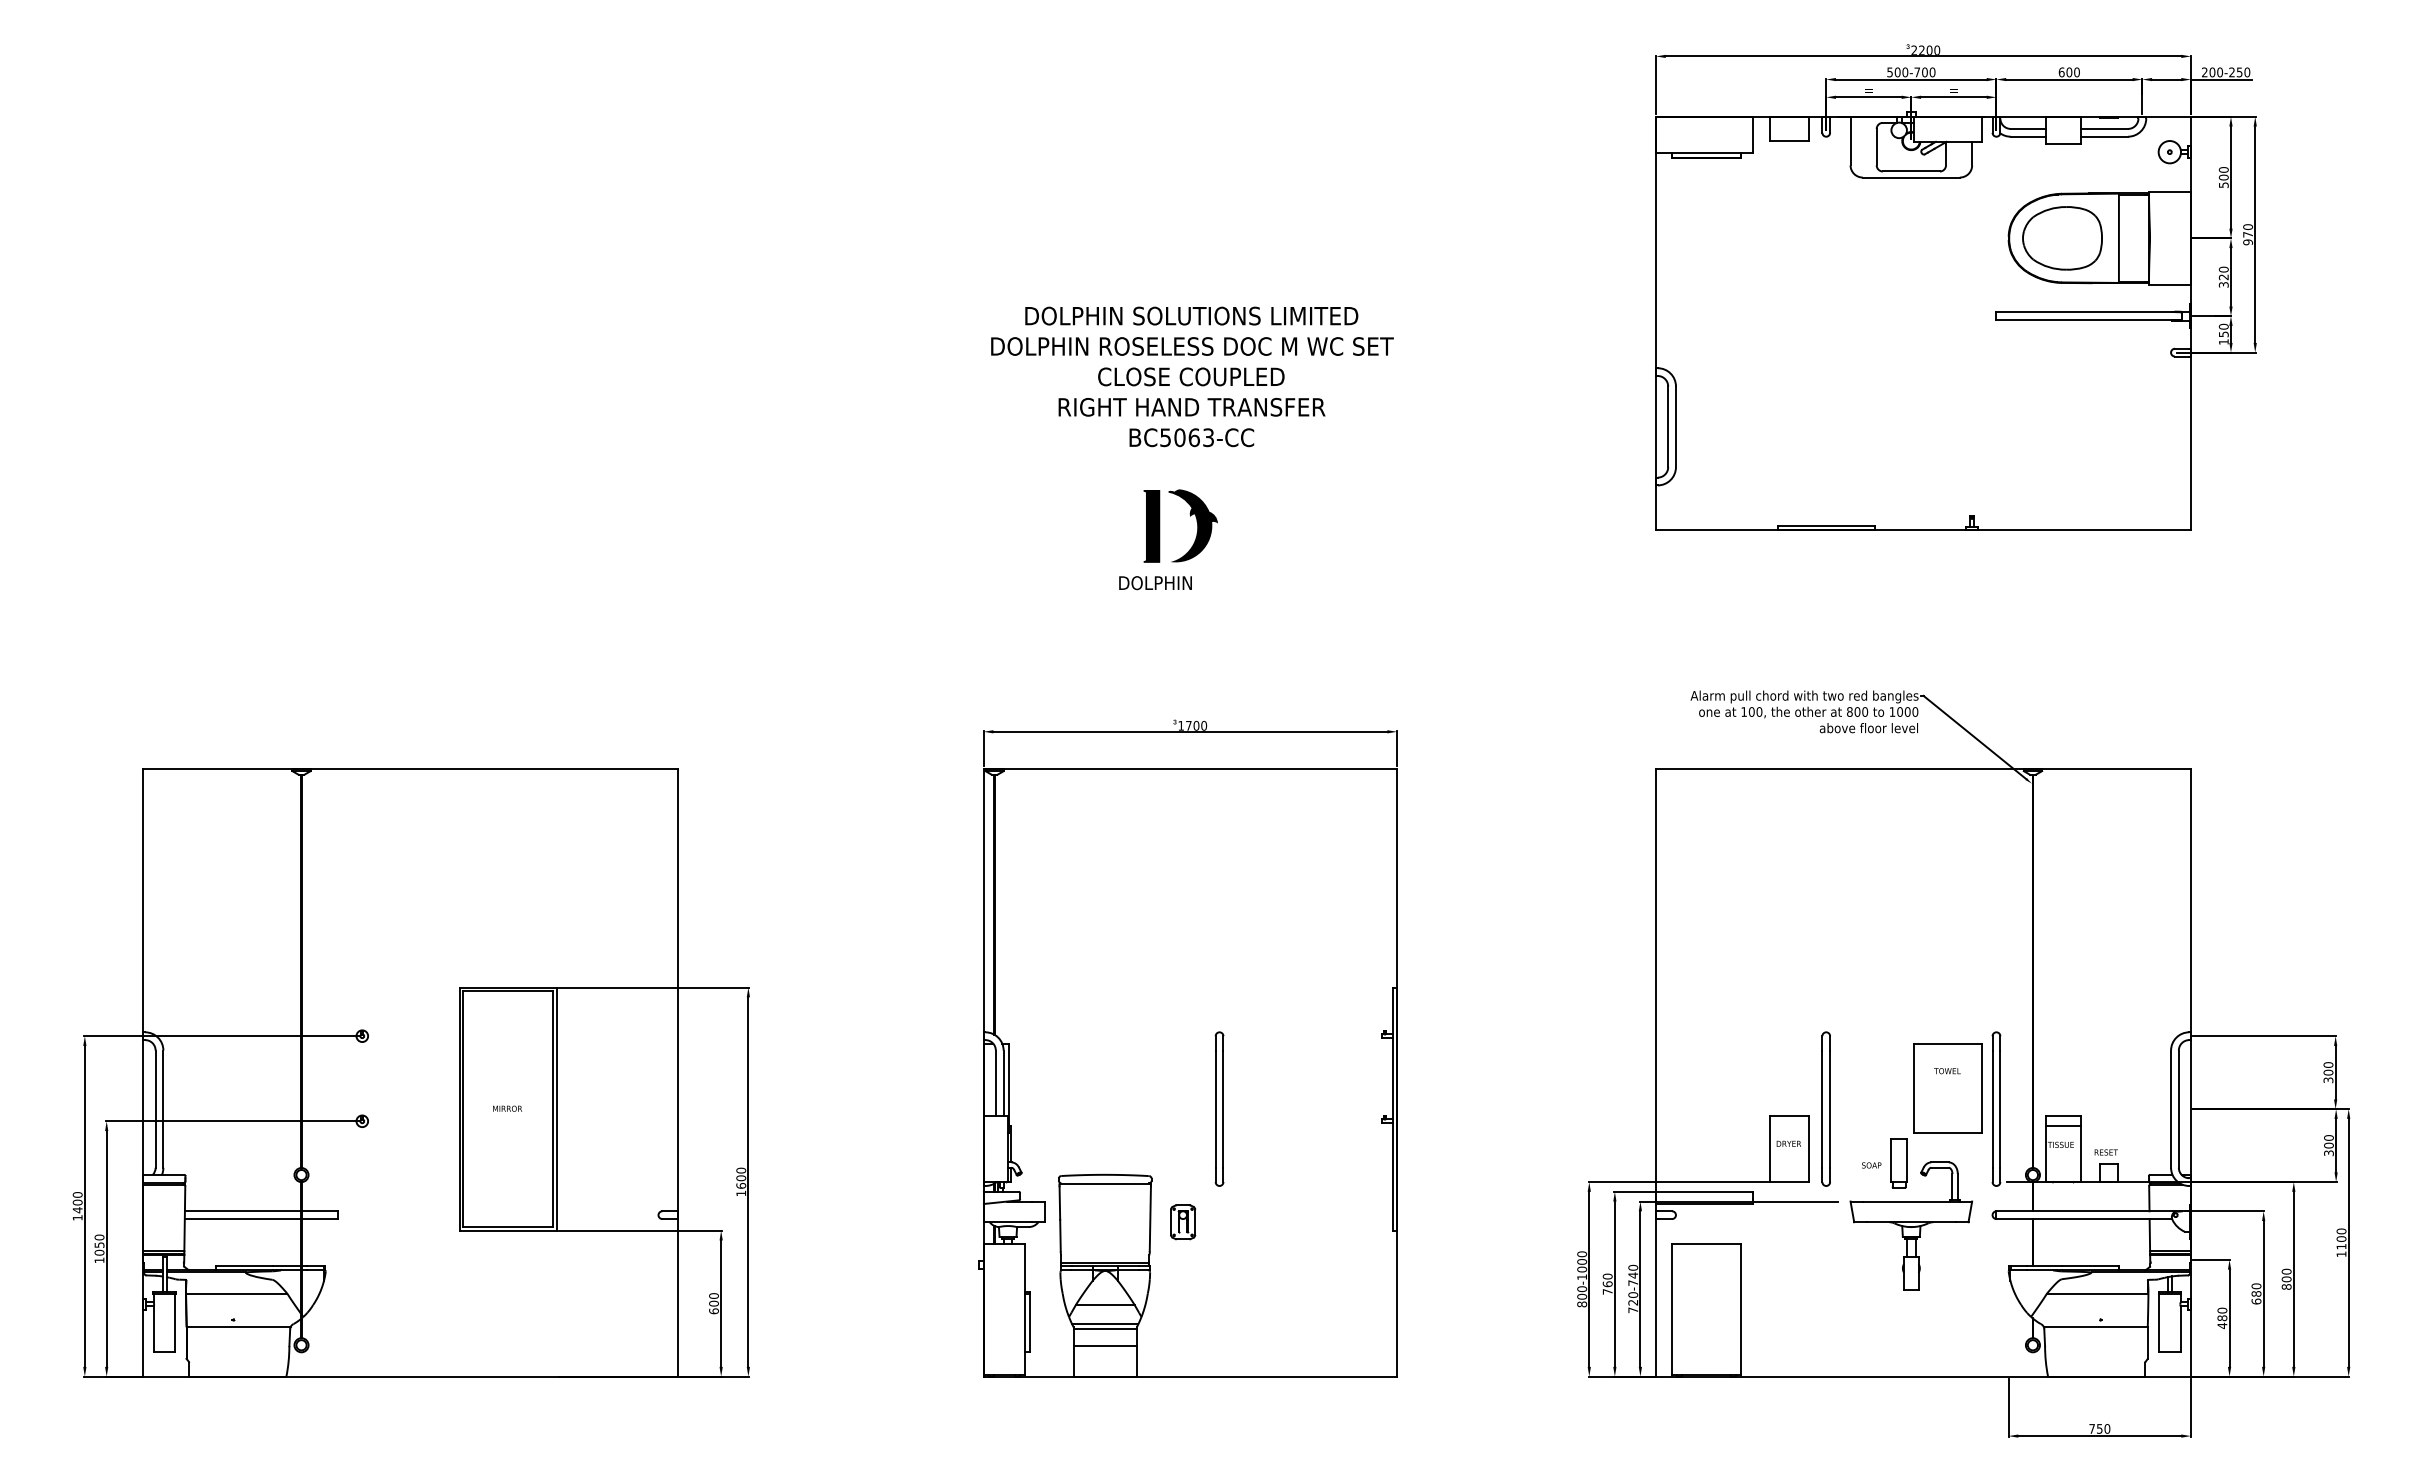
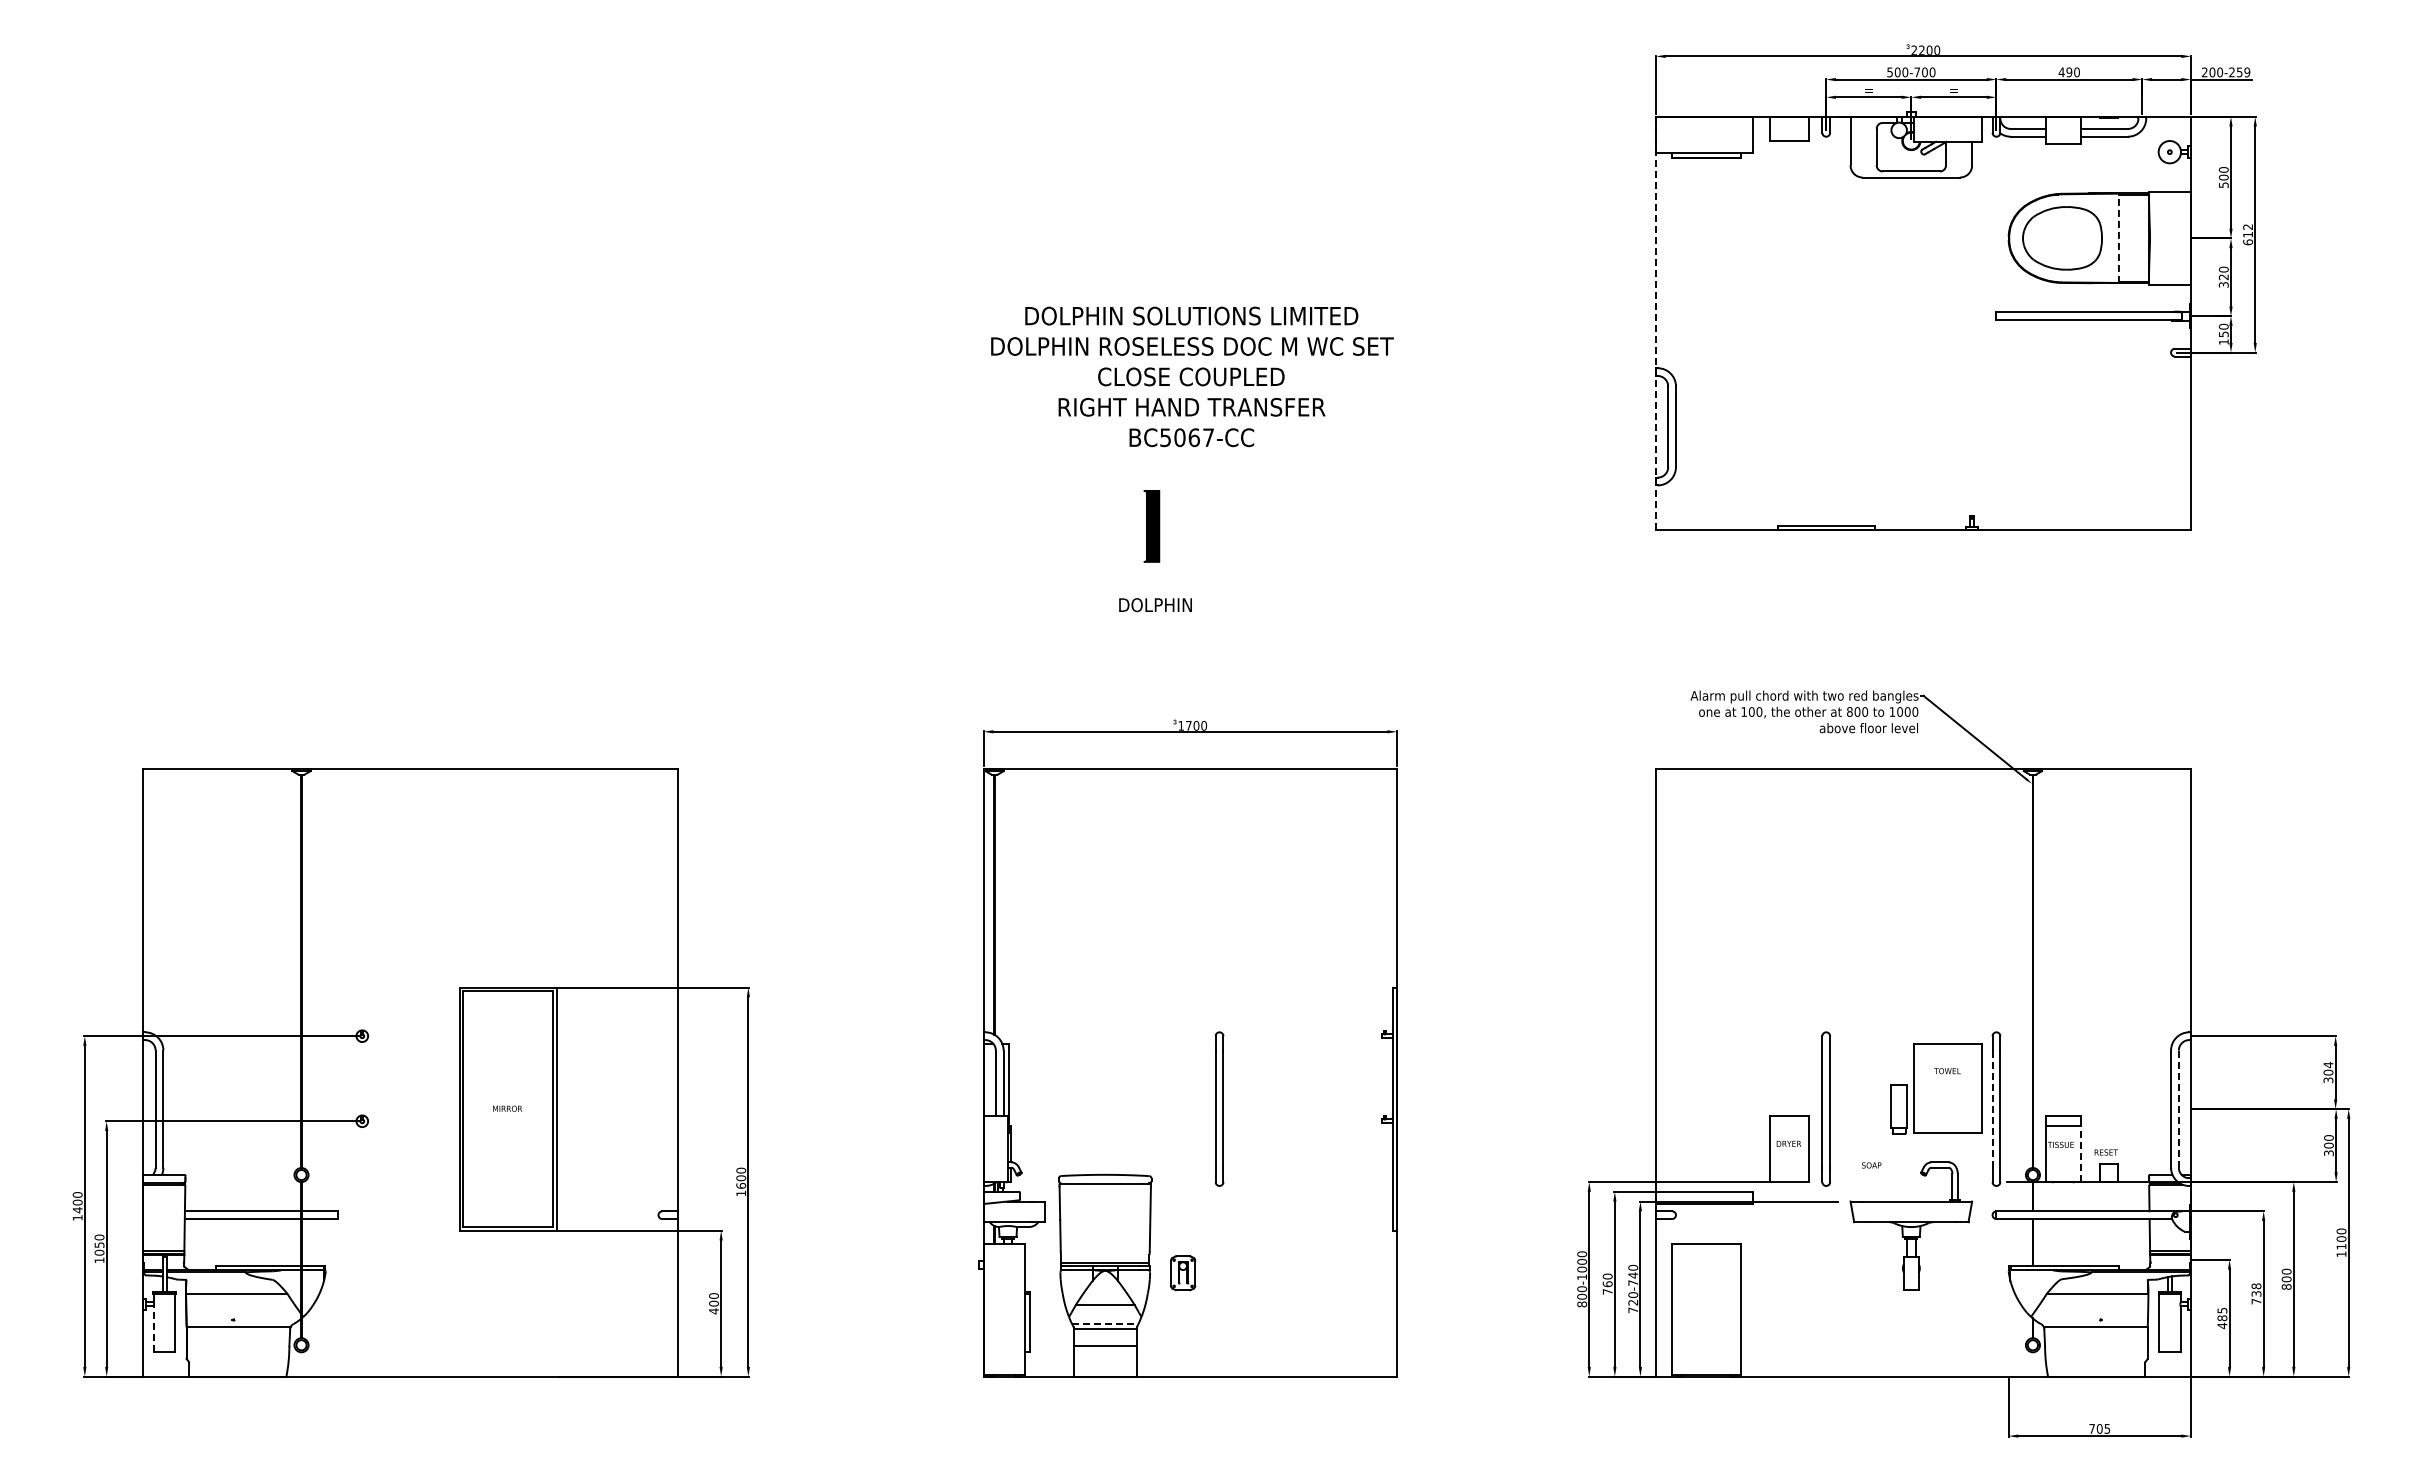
text at (2065, 72): 600 -> 490
text at (2247, 72): 200-250 -> 200-259
text at (2248, 234): 970 -> 612
line at (2118, 238): solid -> dashed
line at (1656, 323): solid -> dashed
text at (1208, 437): BC5063-CC -> BC5067-CC
fill at (1192, 525): present -> none
text at (1155, 583) position: (1155, 583) -> (1155, 605)
text at (2328, 1064): 300 -> 304
line at (1992, 1109): solid -> dashed
line at (2178, 1109): solid -> dashed
line at (2081, 1154): solid -> dashed
part at (1898, 1163) position: (1898, 1163) -> (1898, 1109)
part at (1183, 1222) position: (1183, 1222) -> (1183, 1273)
text at (2256, 1293): 680 -> 738
text at (2222, 1310): 480 -> 485
text at (713, 1311): 600 -> 400
line at (1105, 1324): solid -> dashed
line at (153, 1329): solid -> dashed
text at (2103, 1428): 750 -> 705
